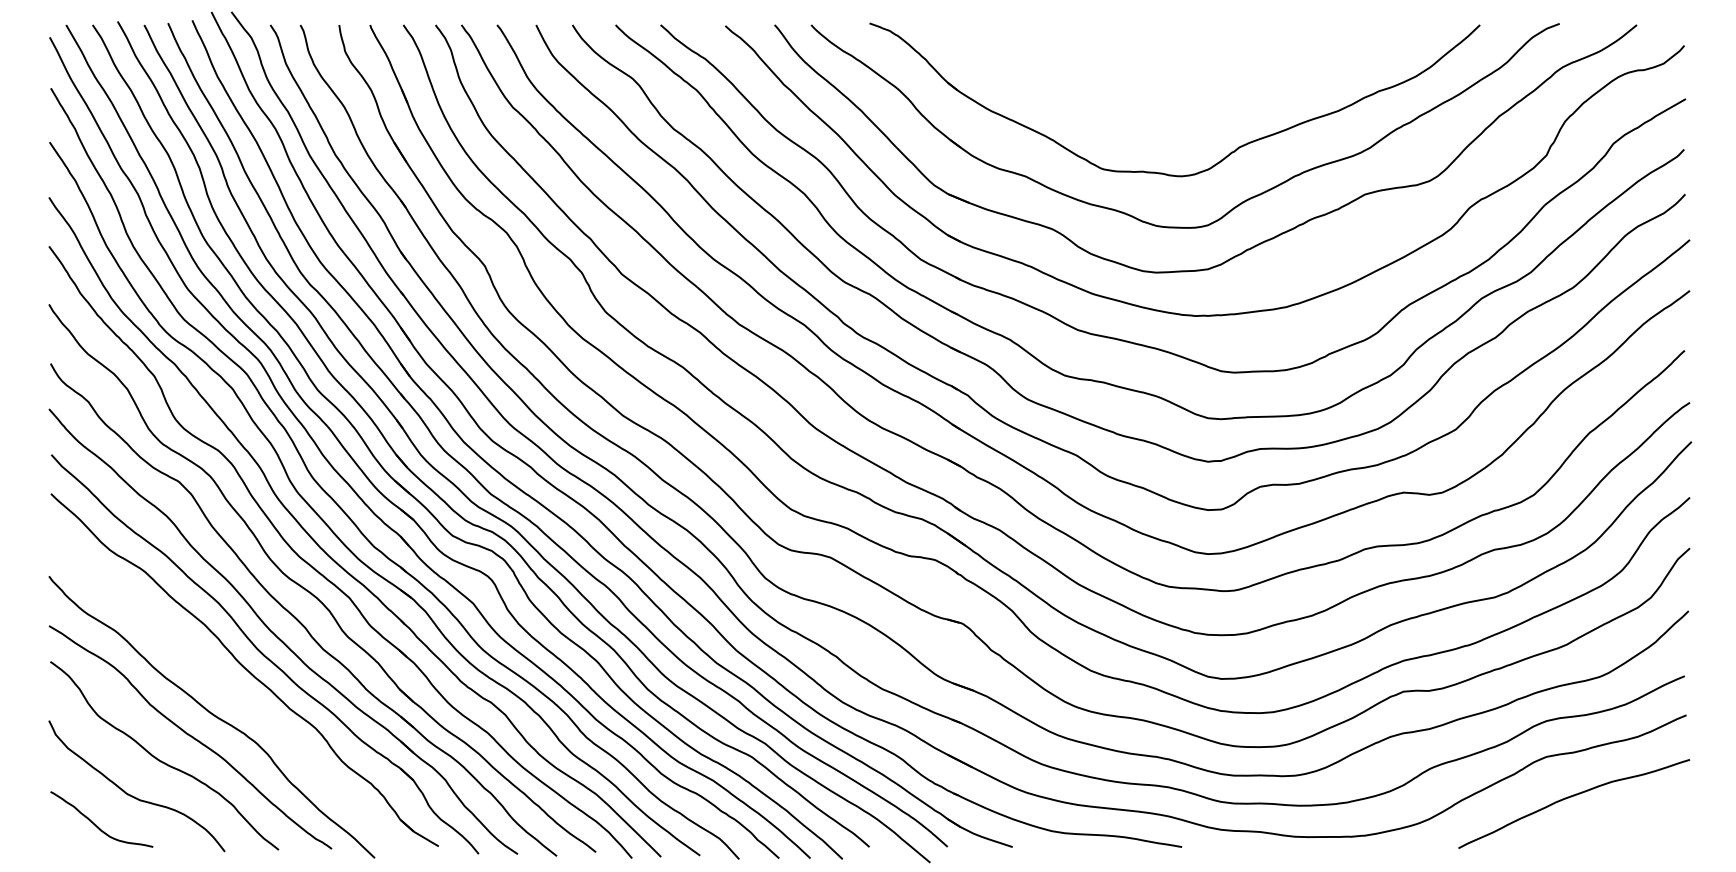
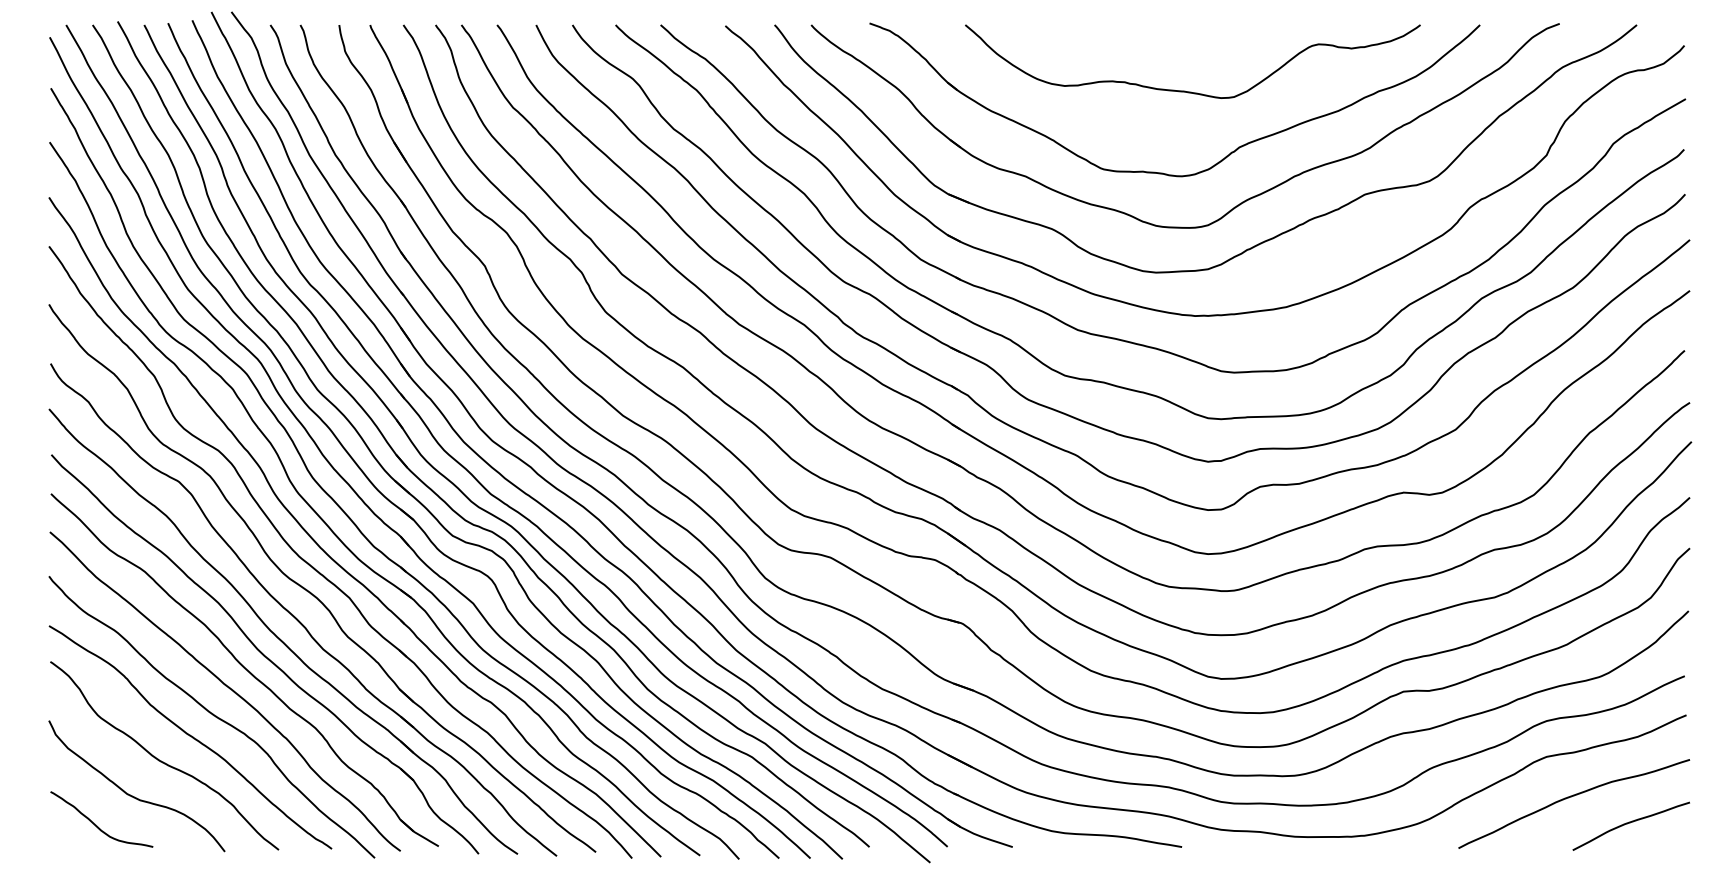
curve at (1185, 90): none -> present
curve at (227, 687): none -> present
curve at (1630, 823): none -> present
